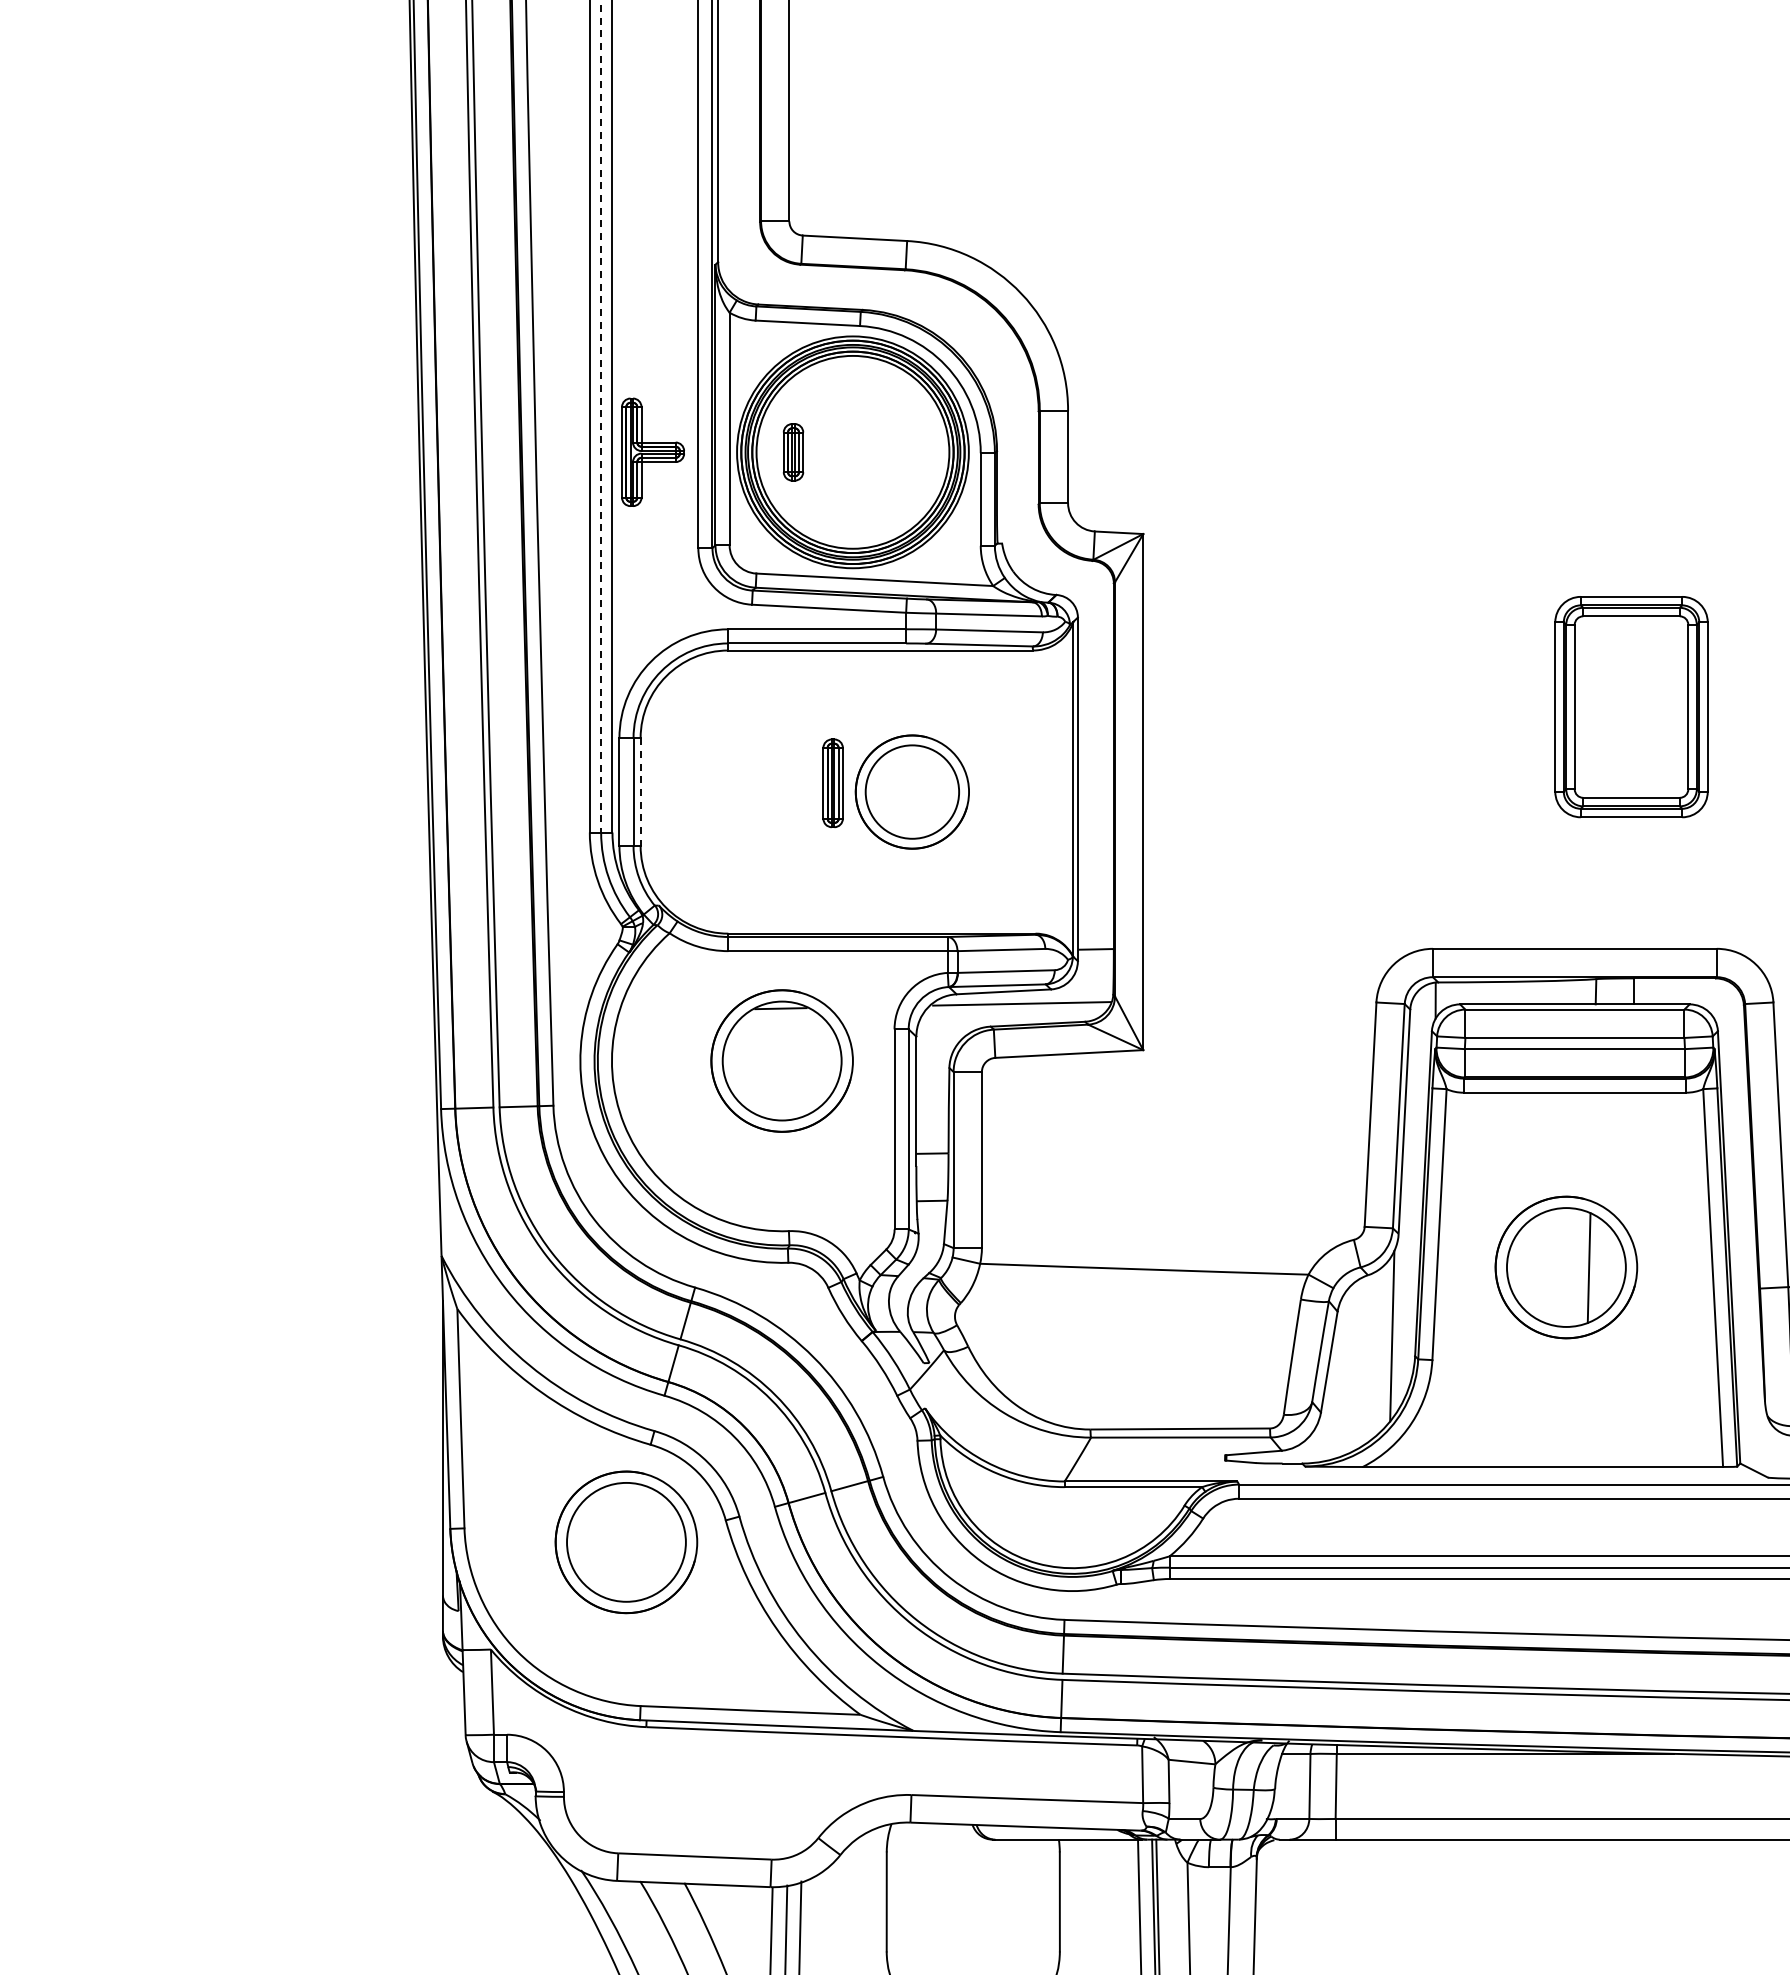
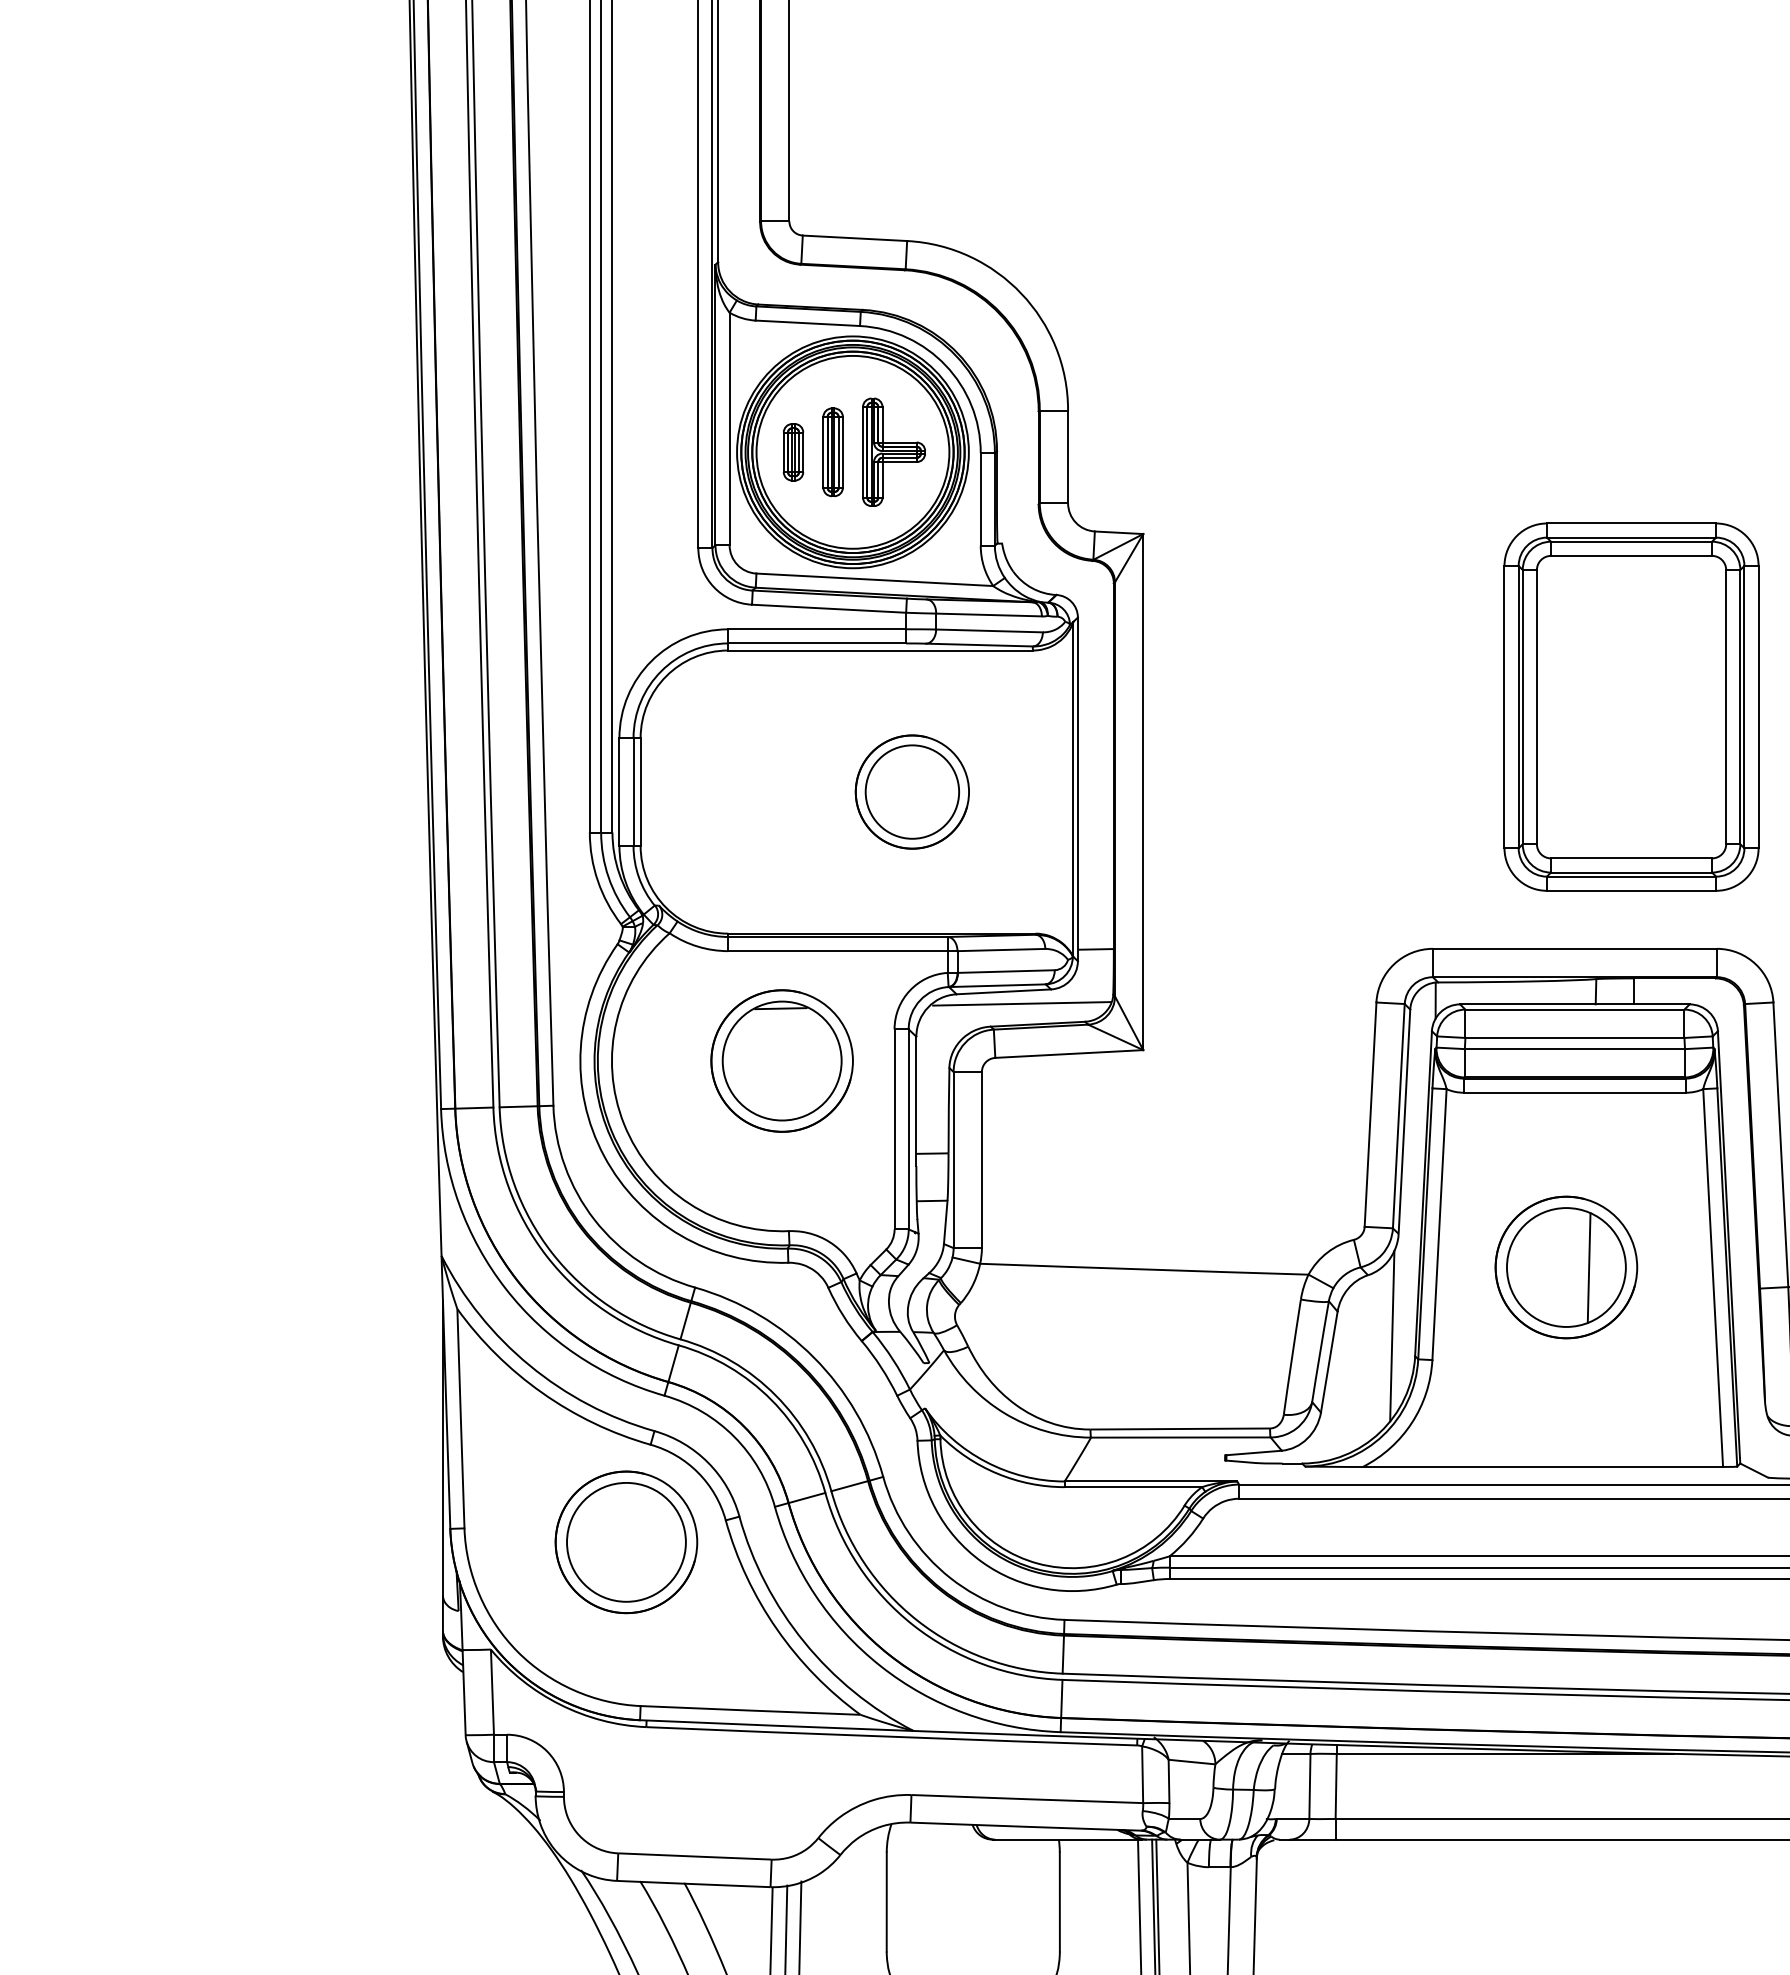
line at (601, 416): dashed -> solid
part at (652, 451) position: (652, 451) -> (893, 451)
part at (1631, 707) size: 155x223 px -> 257x370 px
part at (832, 783) position: (832, 783) -> (832, 452)
line at (640, 792): dashed -> solid
